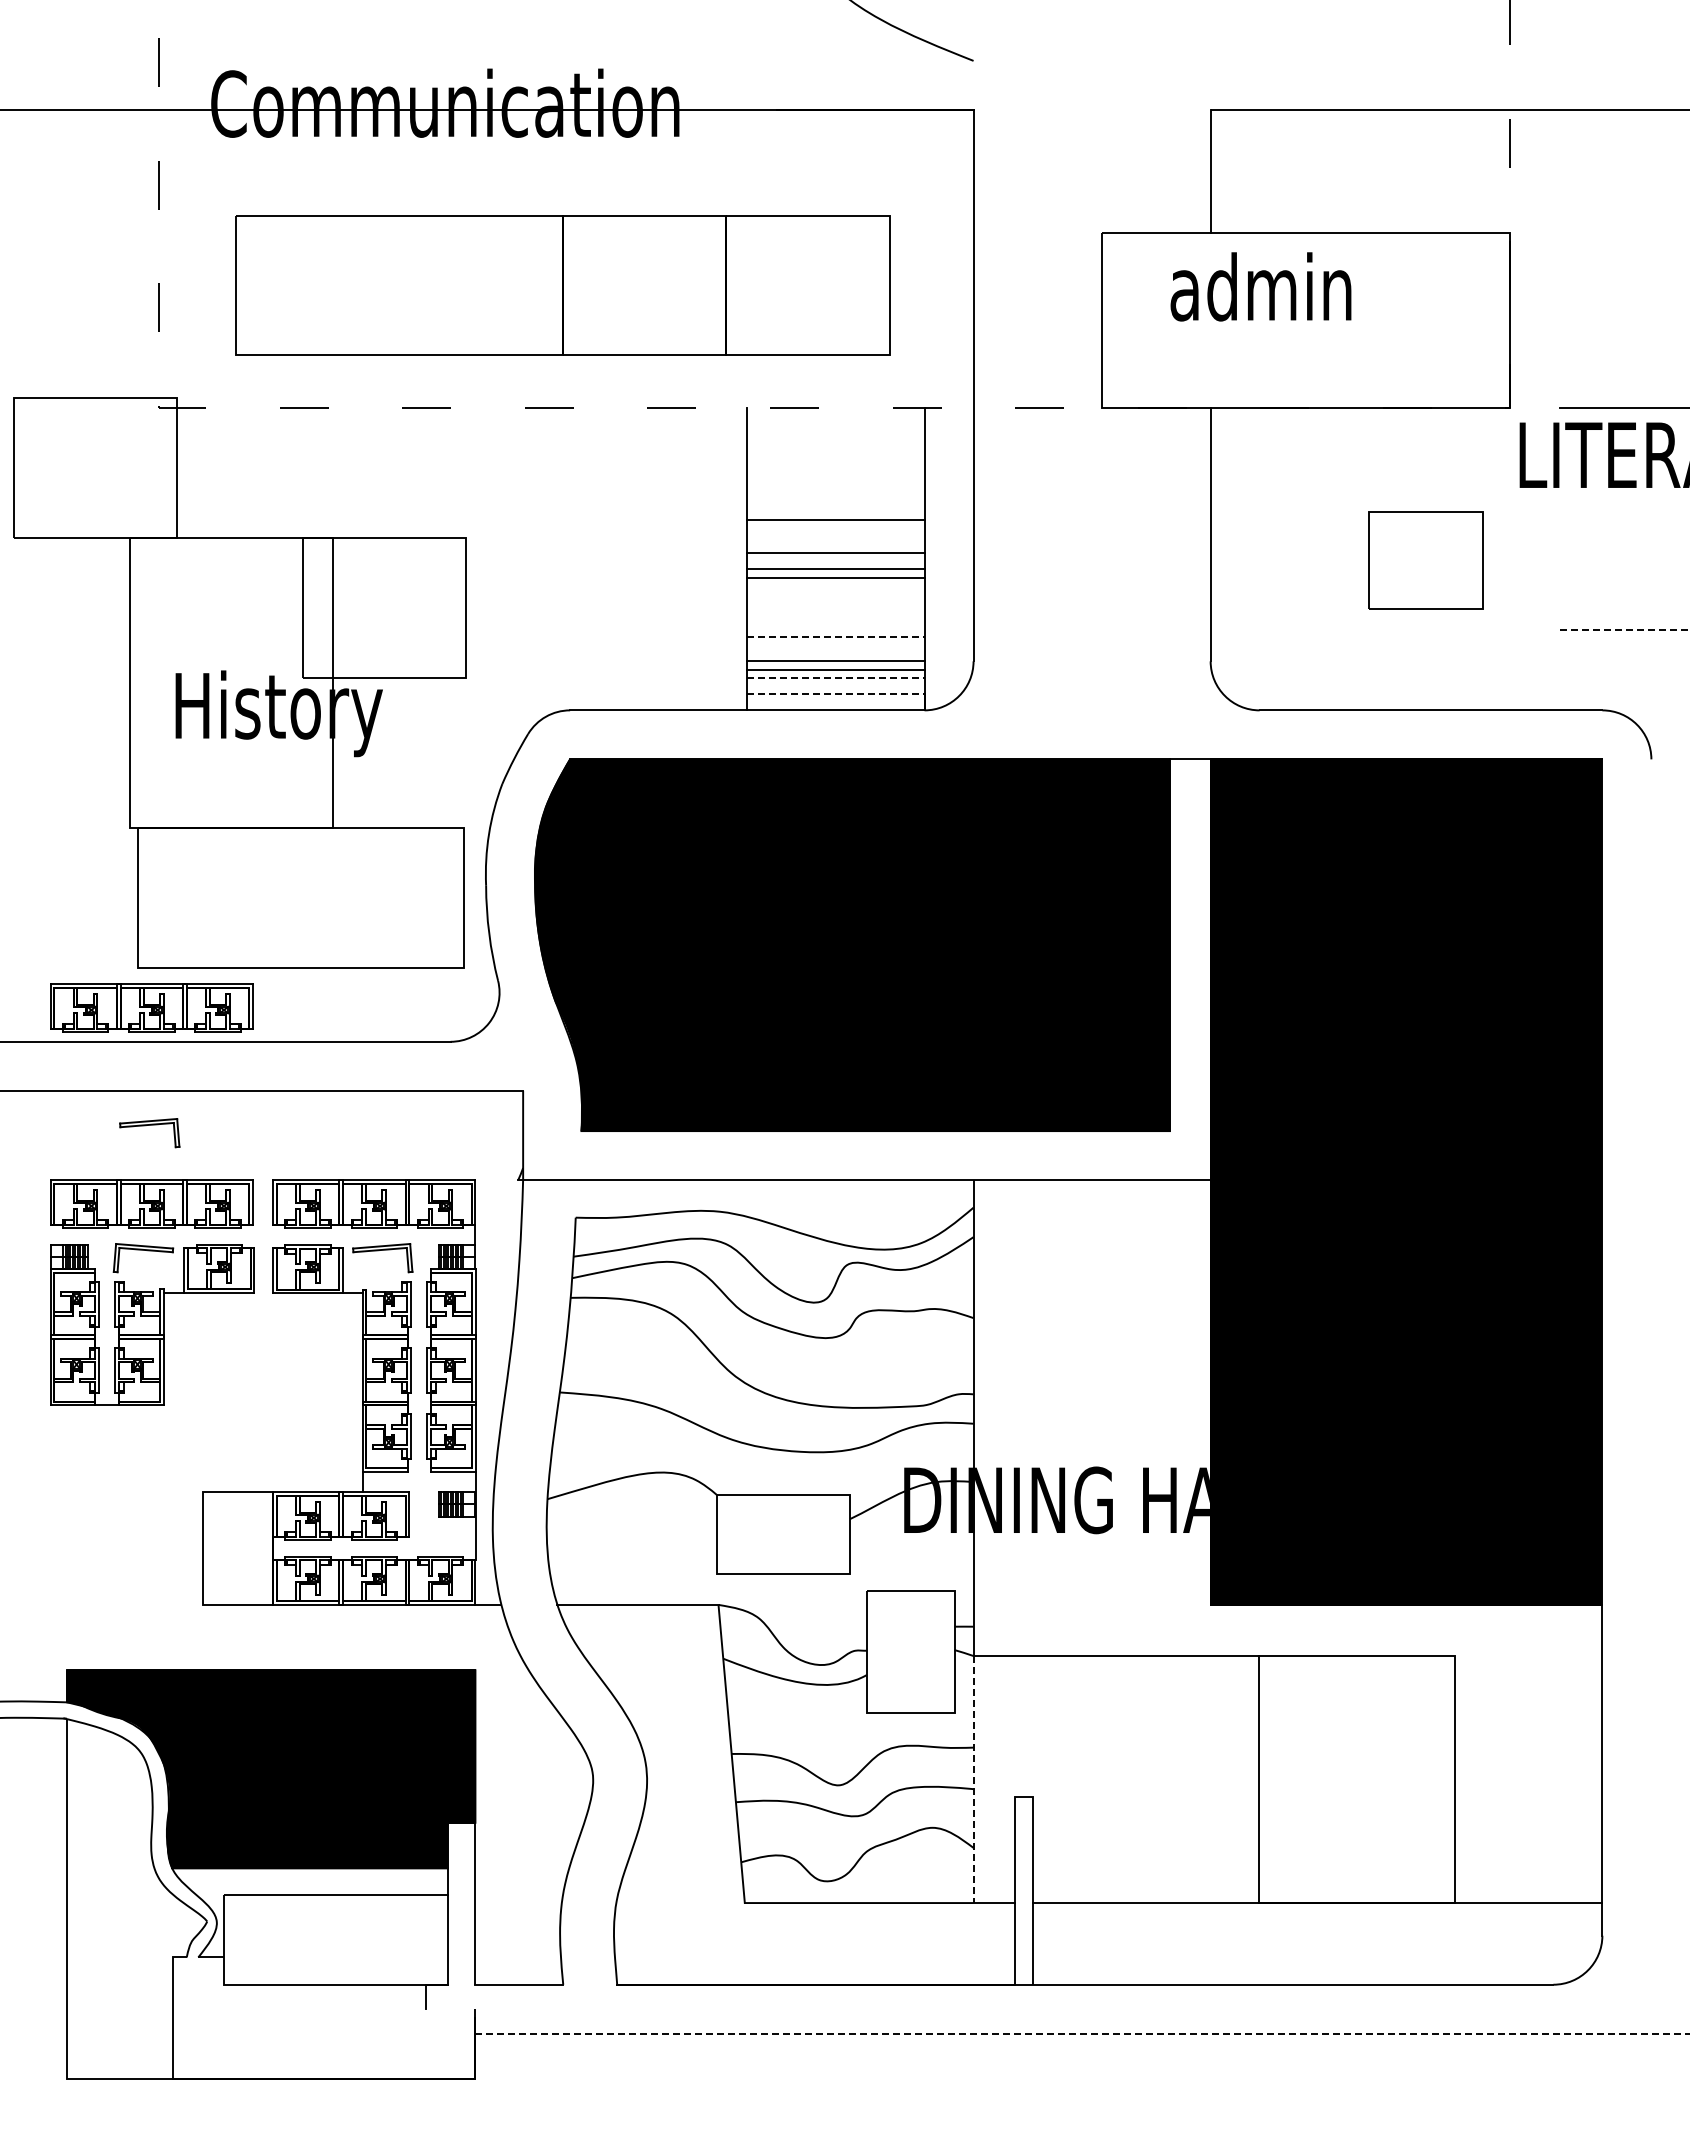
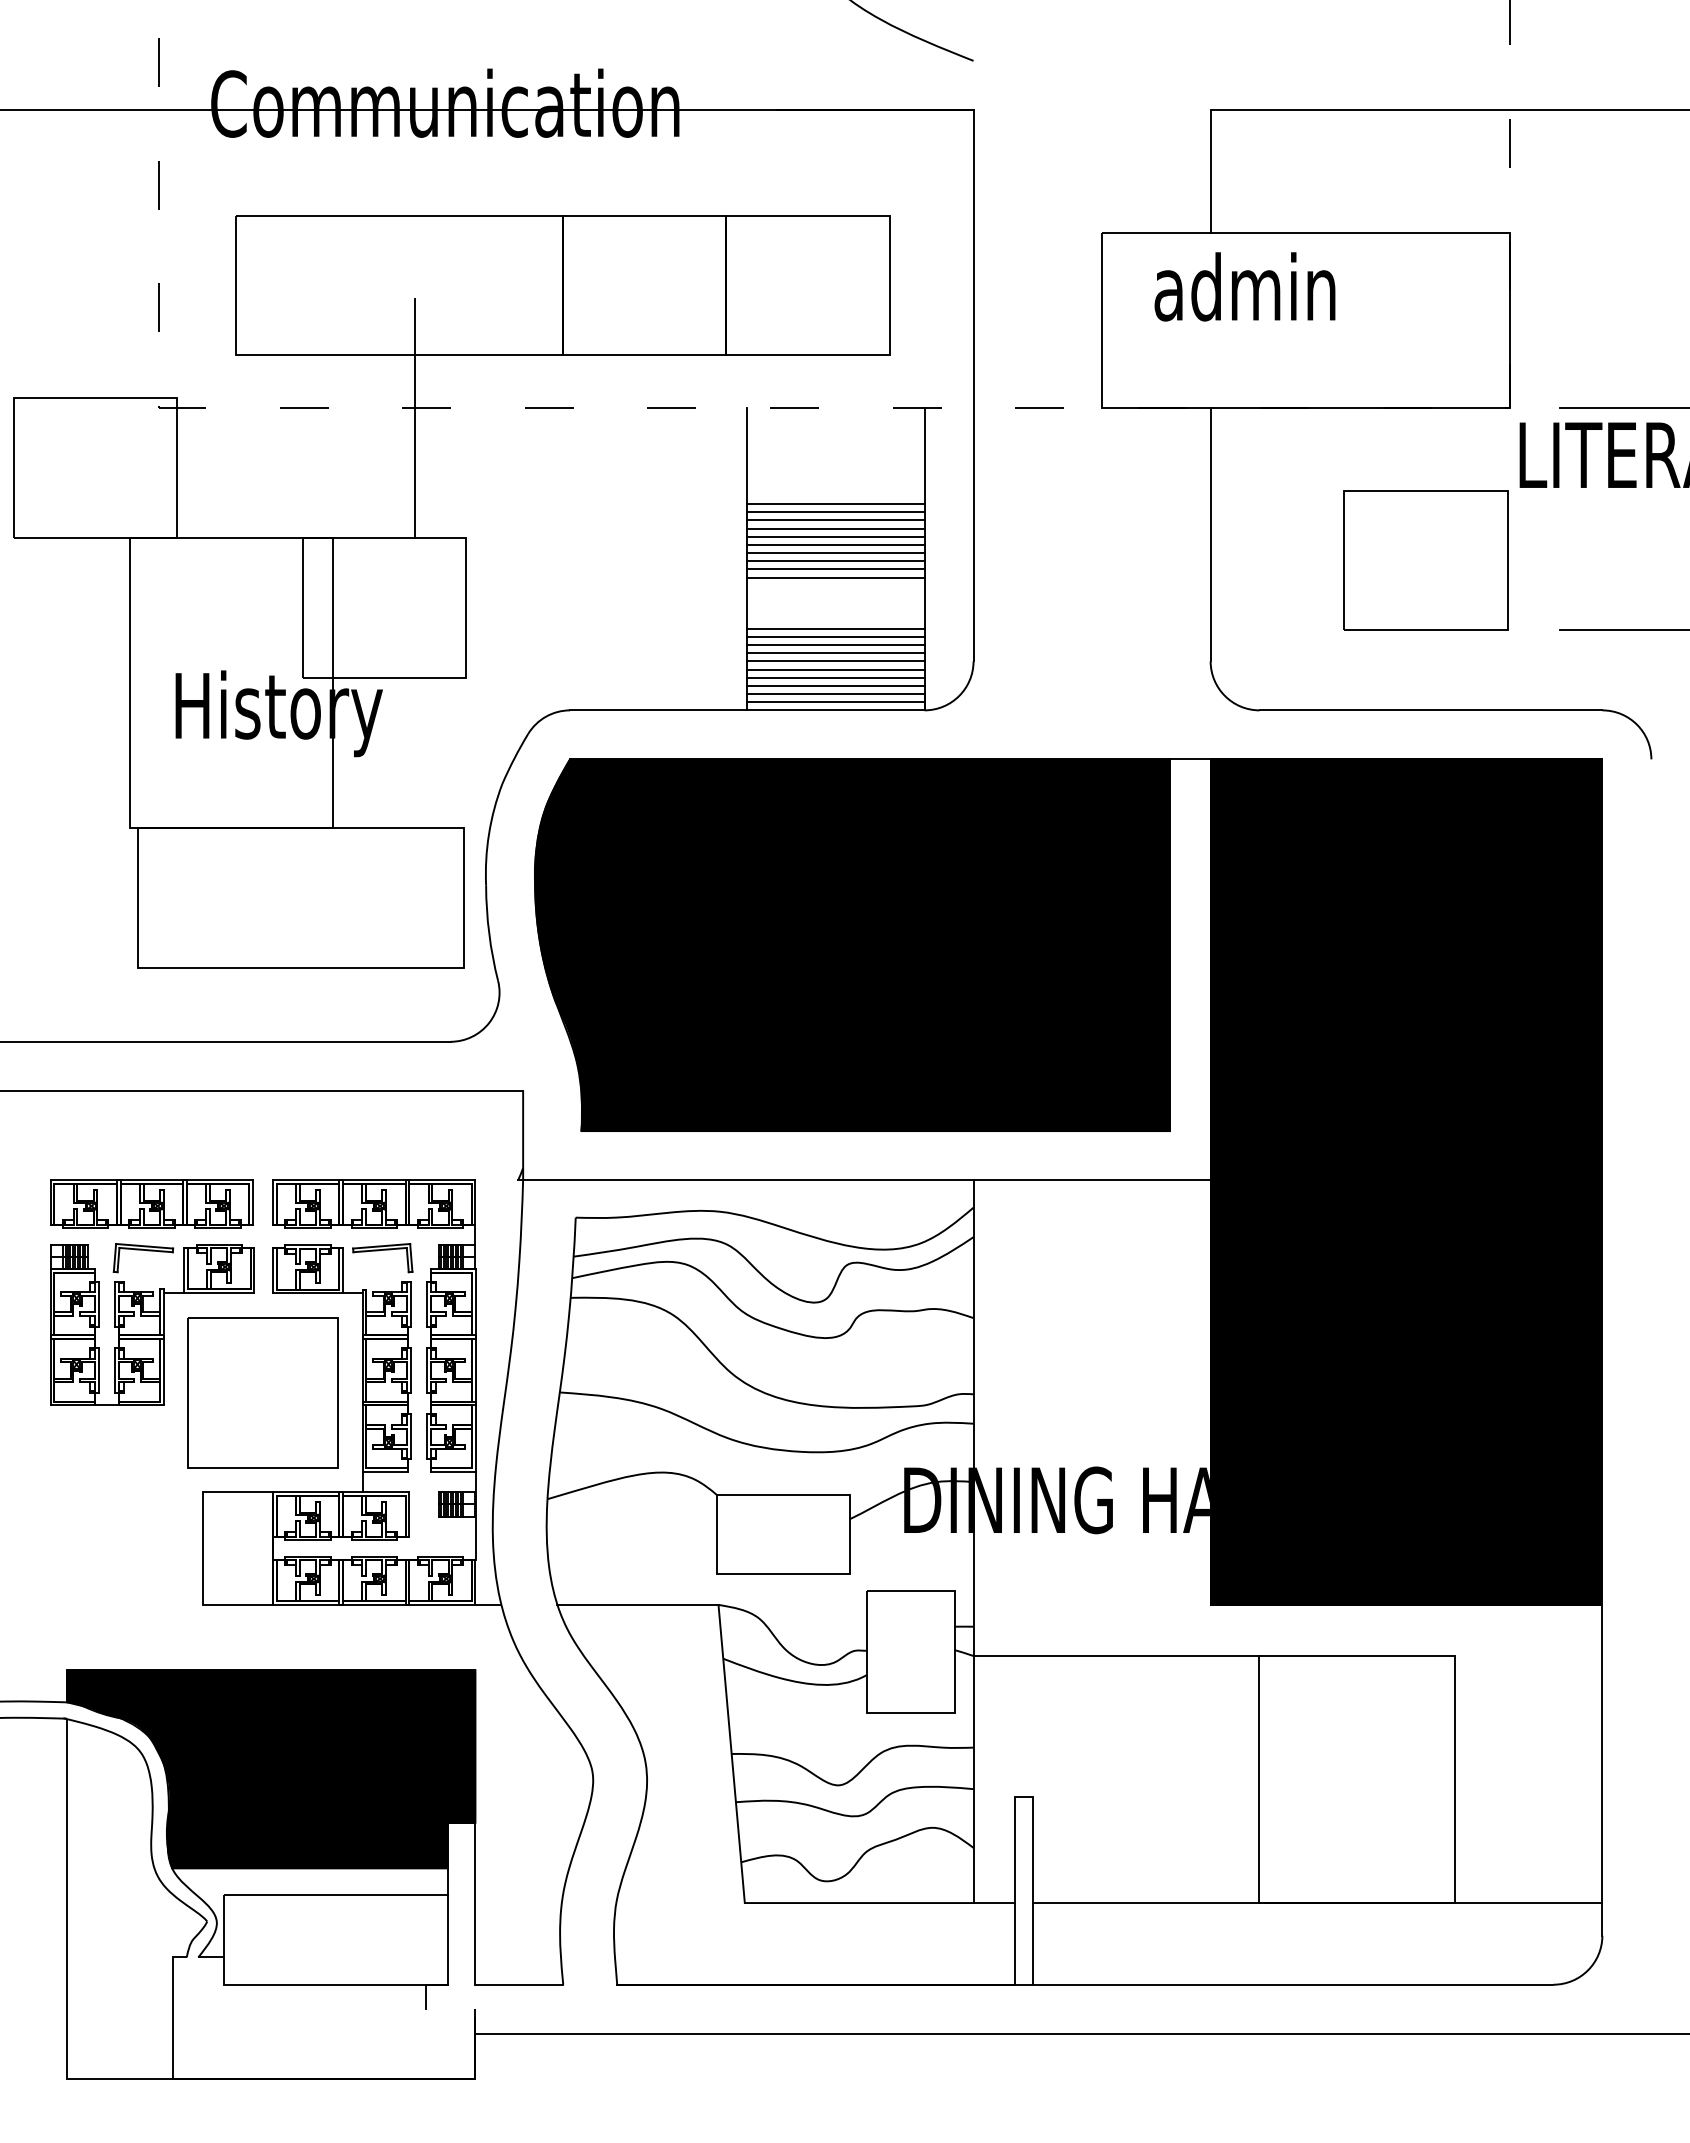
text at (1260, 286) position: (1260, 286) -> (1244, 286)
line at (414, 418): none -> present
line at (835, 504): none -> present
line at (835, 512): none -> present
line at (835, 528): none -> present
line at (835, 536): none -> present
line at (835, 544): none -> present
part at (1425, 560) size: 116x99 px -> 166x141 px
line at (835, 561): none -> present
line at (835, 628): none -> present
line at (1625, 629): dashed -> solid
line at (835, 636): dashed -> solid
line at (835, 645): none -> present
line at (835, 653): none -> present
line at (835, 677): dashed -> solid
line at (835, 685): none -> present
line at (835, 694): dashed -> solid
line at (835, 702): none -> present
part at (151, 1007): present -> none
part at (149, 1125): present -> none
part at (262, 1392): none -> present
line at (973, 1779): dashed -> solid
line at (1083, 2033): dashed -> solid
